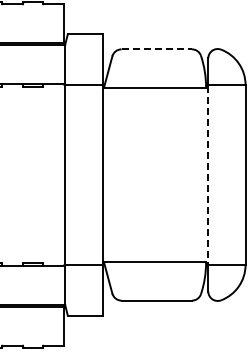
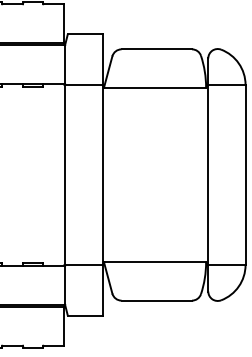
line at (157, 49): dashed -> solid
line at (207, 175): dashed -> solid
